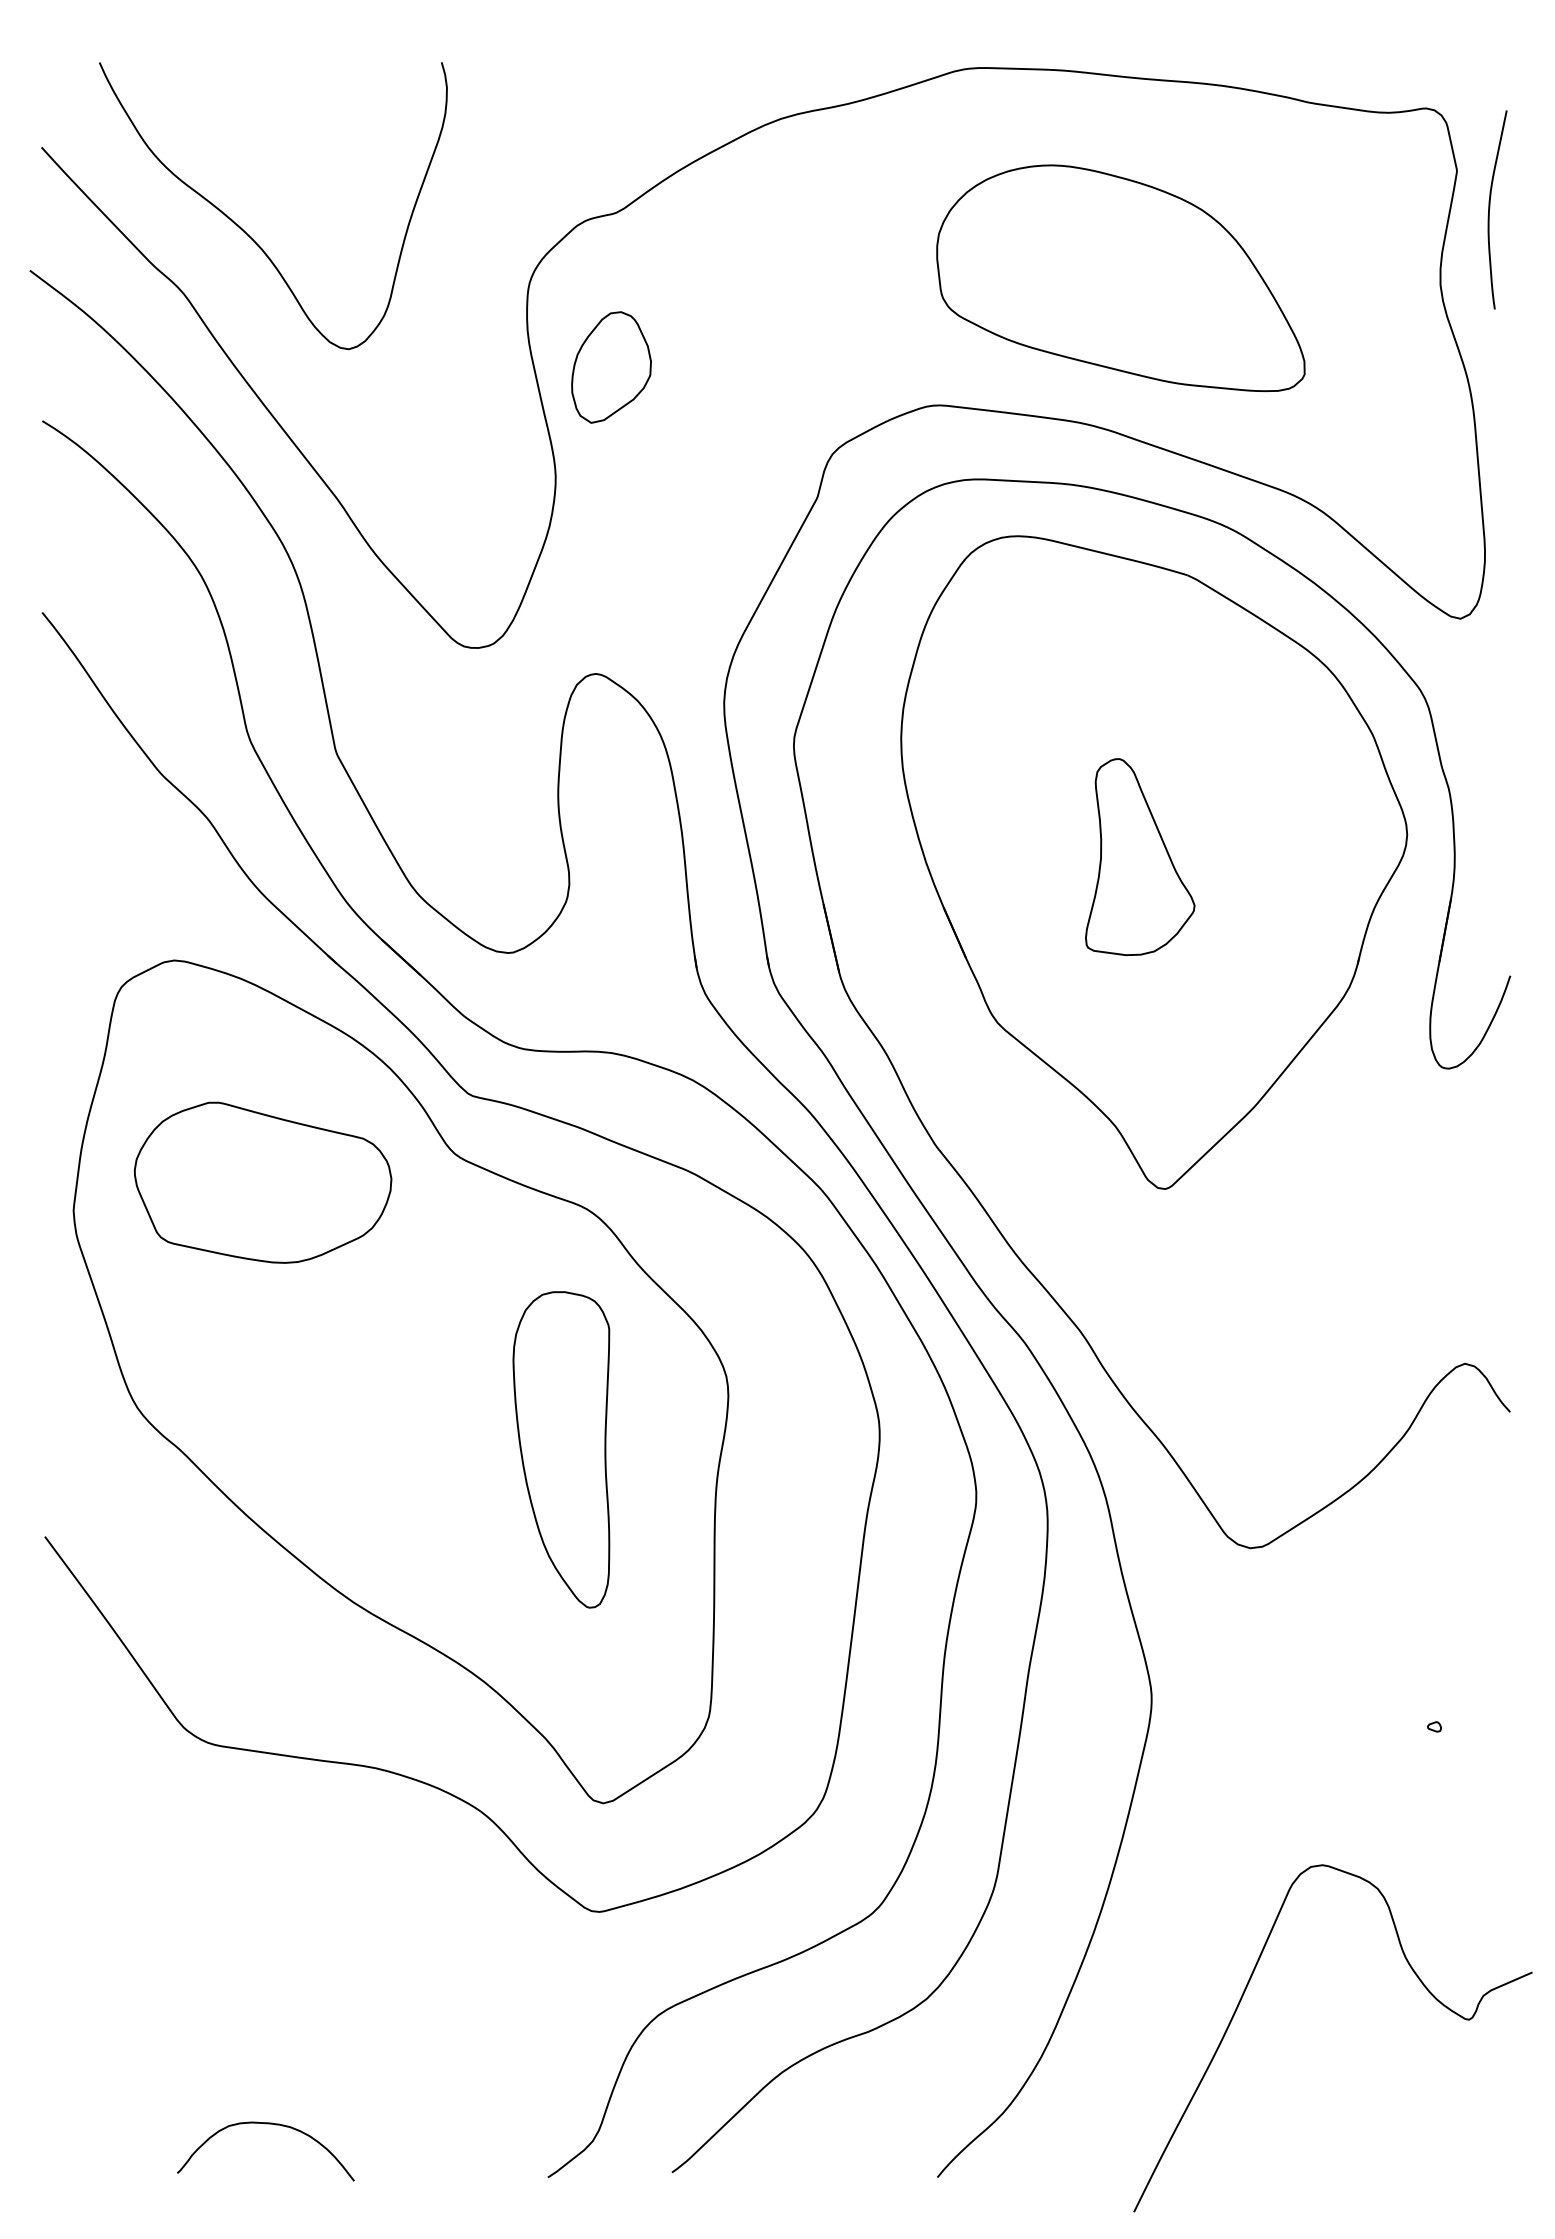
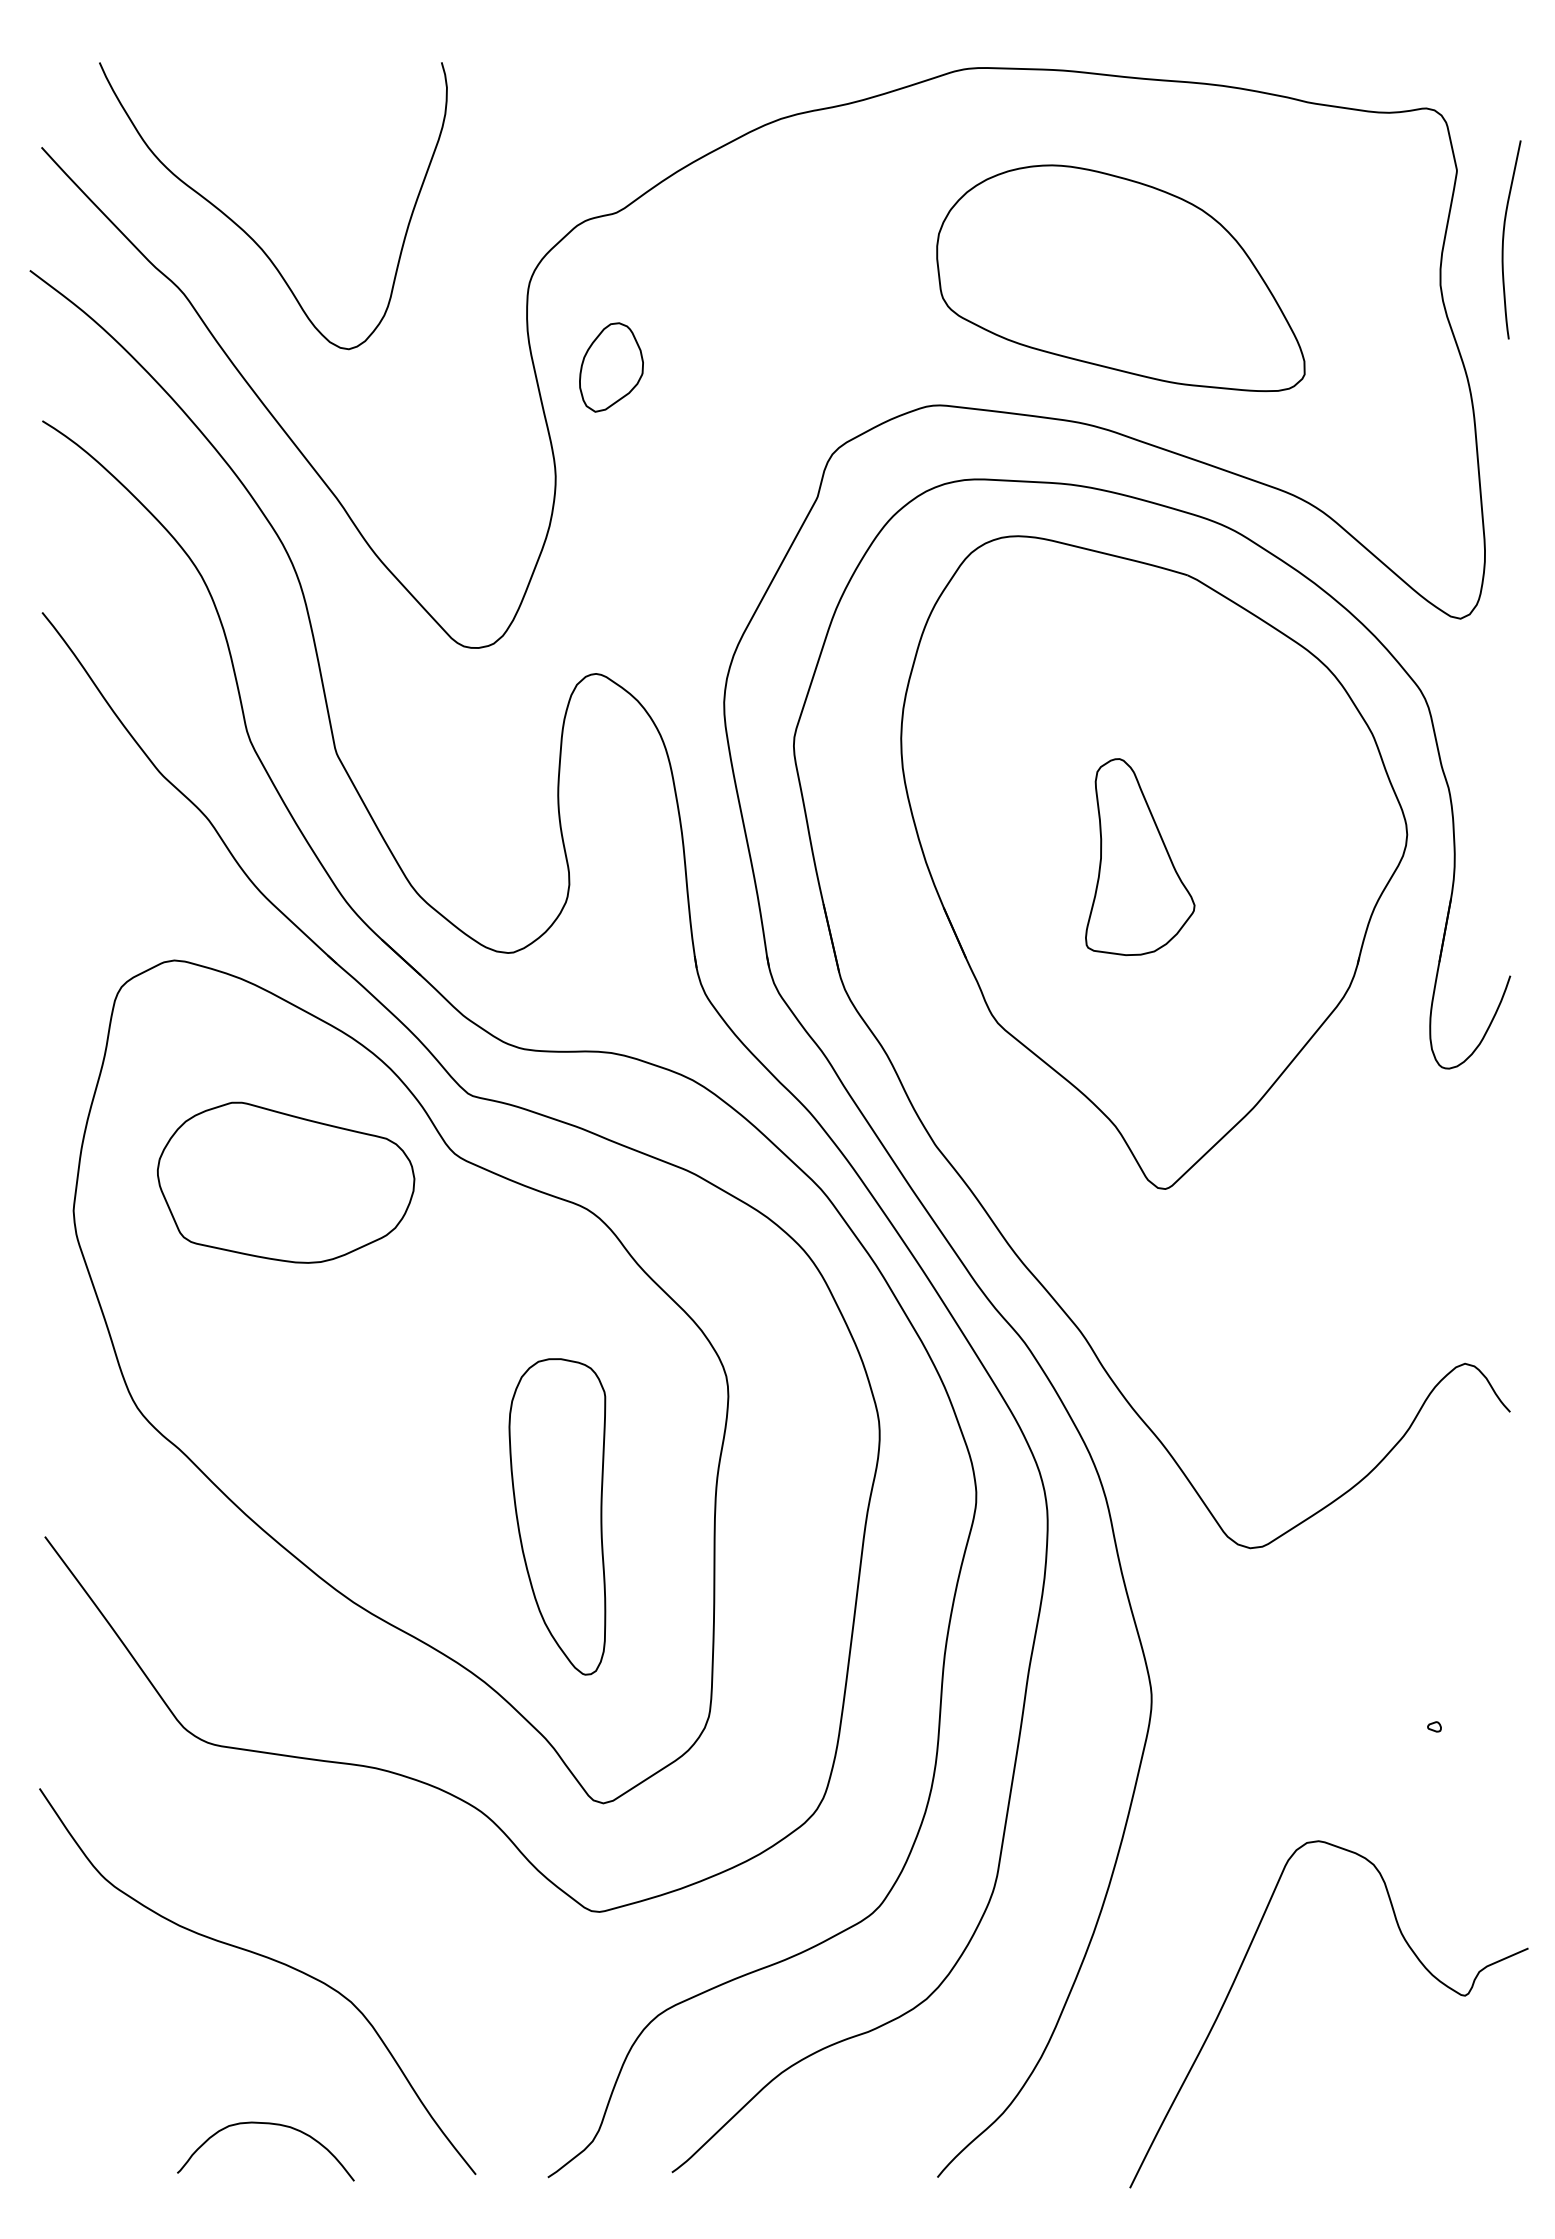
curve at (1490, 208) position: (1490, 208) -> (1504, 238)
part at (611, 367) size: 81x113 px -> 65x91 px
part at (263, 1182) position: (263, 1182) -> (286, 1182)
part at (561, 1449) position: (561, 1449) -> (557, 1516)
curve at (266, 1958): none -> present
curve at (1244, 1994) position: (1244, 1994) -> (1240, 1970)
